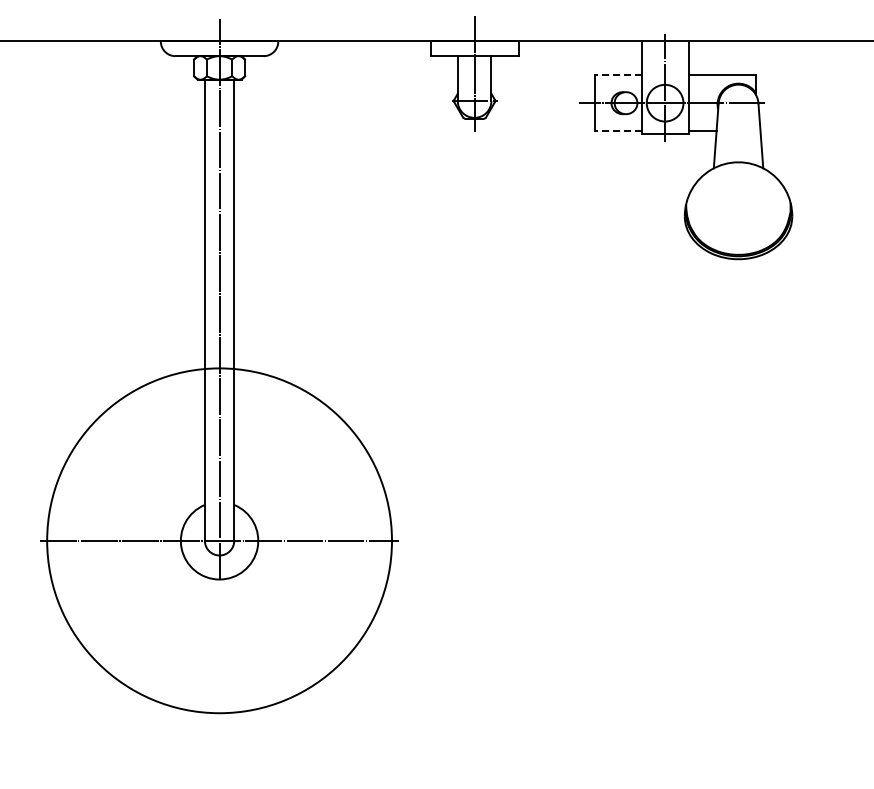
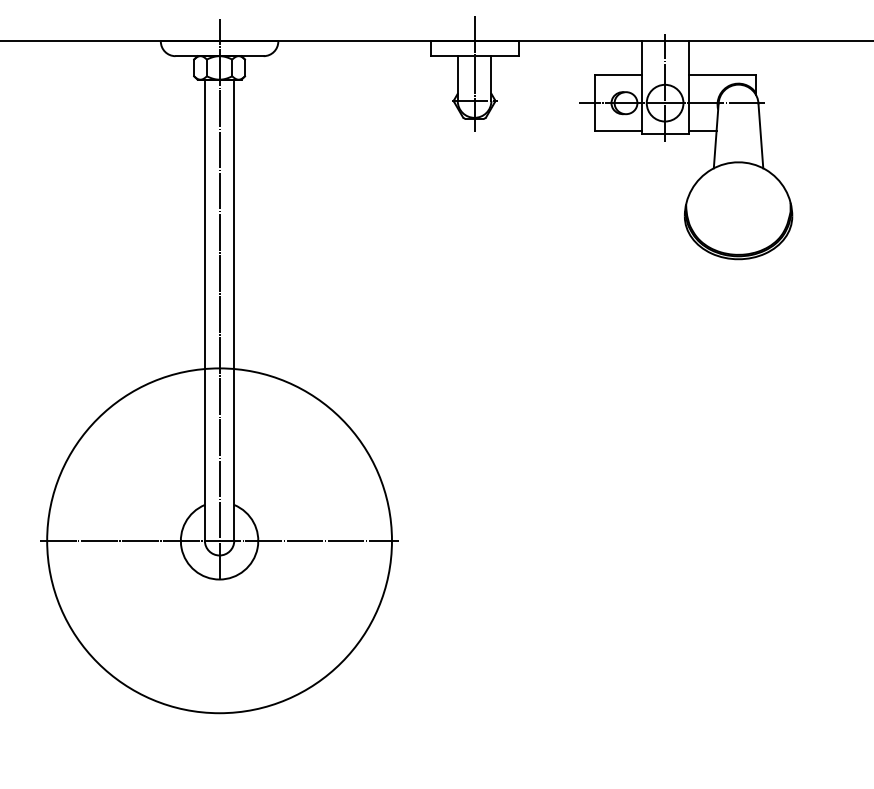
line at (617, 75): dashed -> solid
line at (617, 131): dashed -> solid
